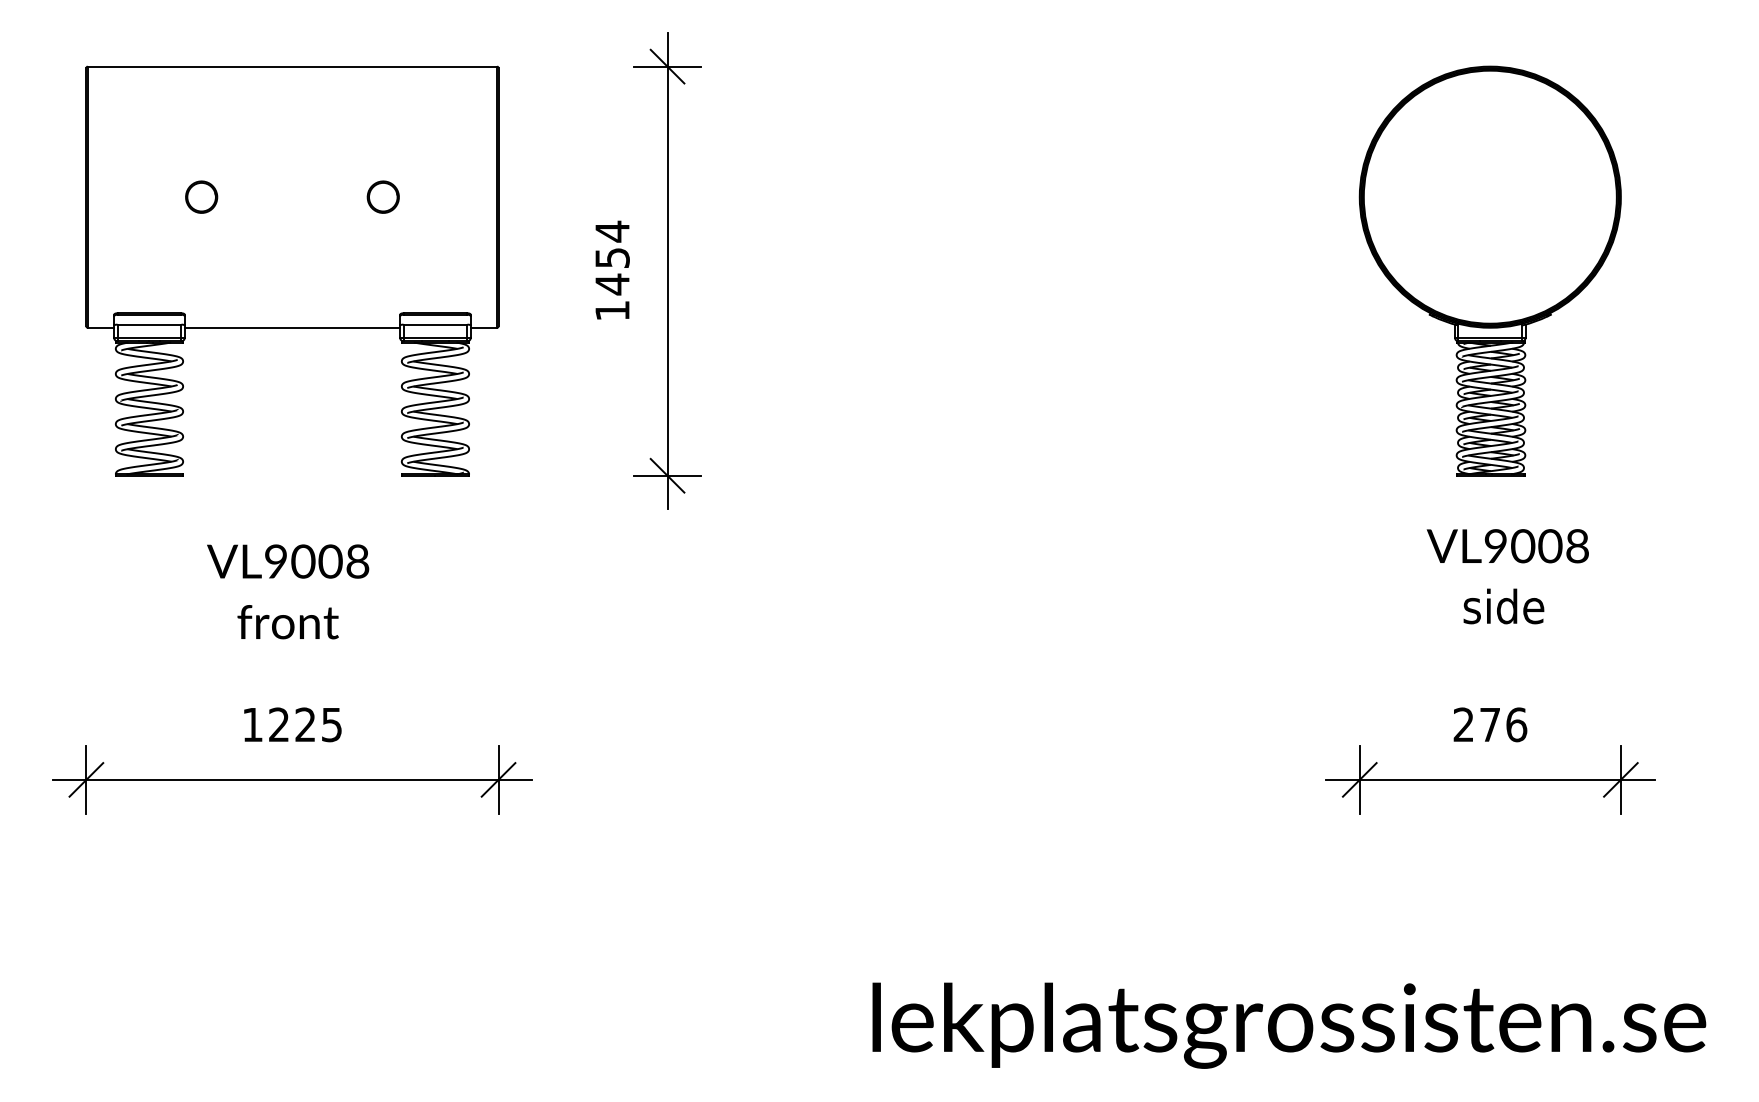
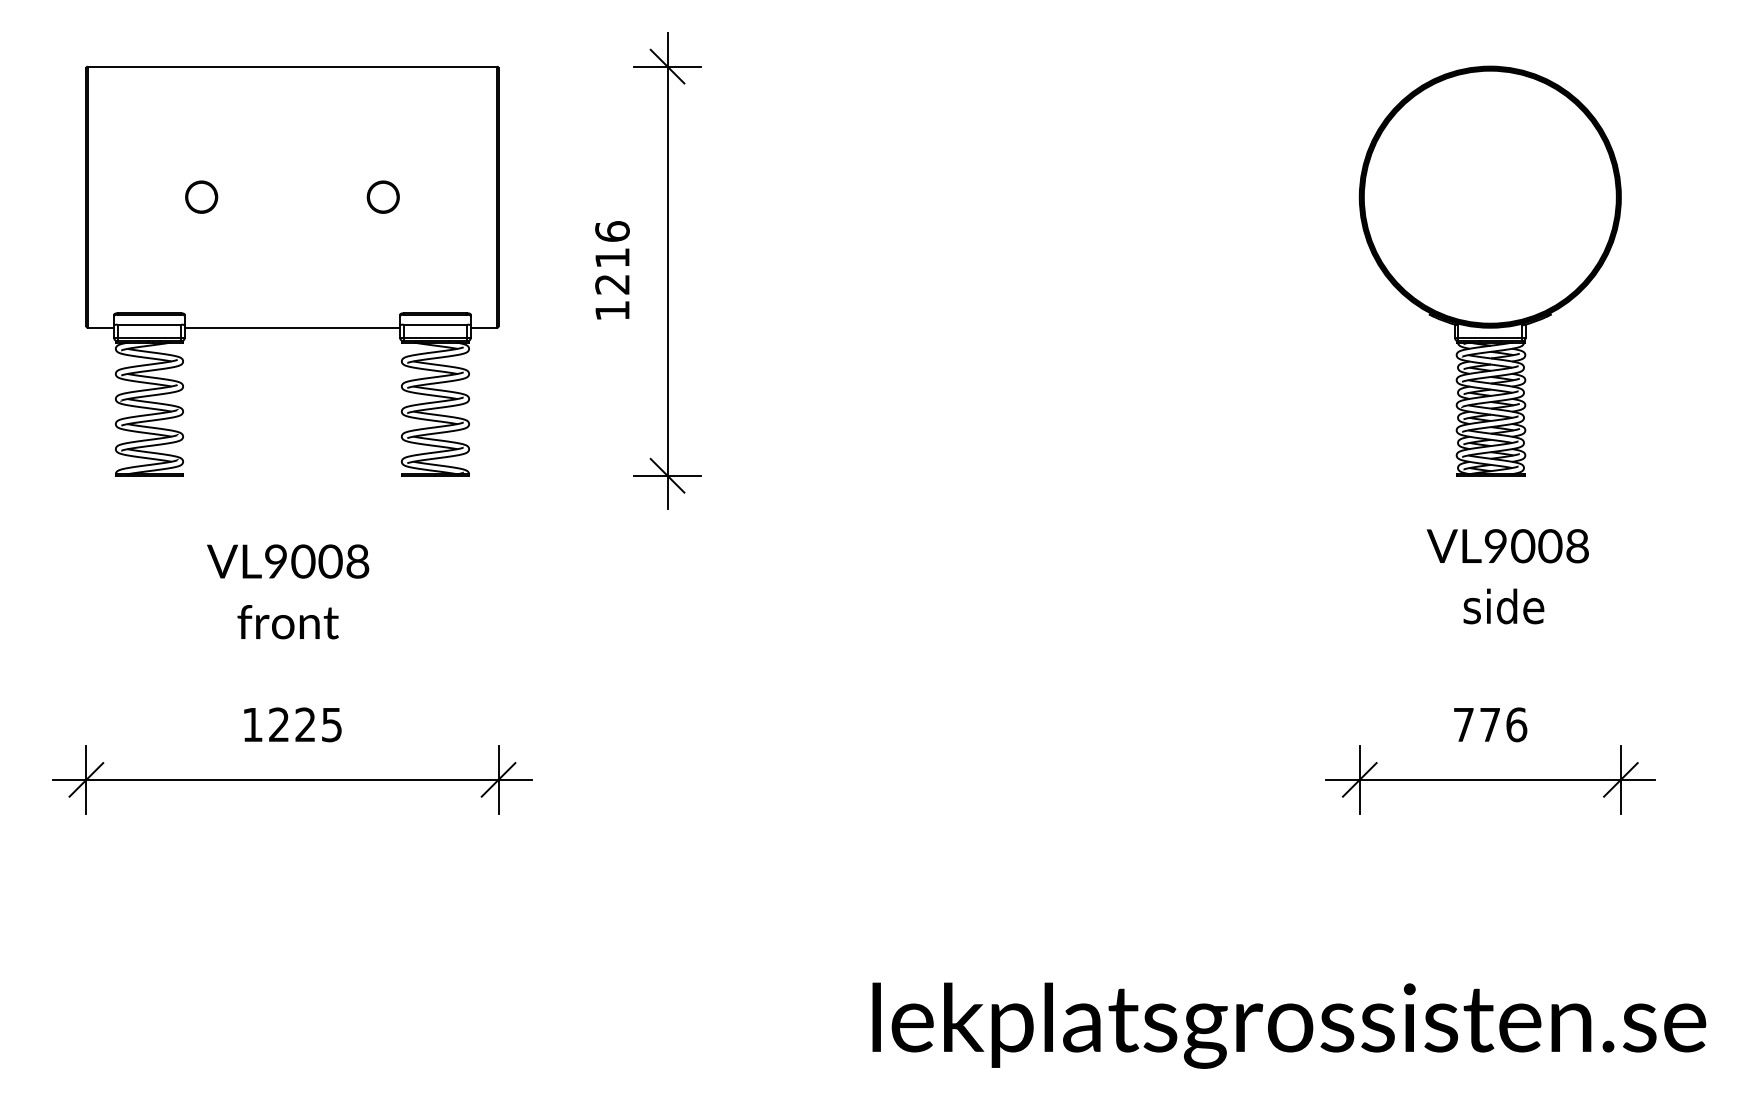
text at (612, 257): 1454 -> 1216
text at (1463, 724): 276 -> 776
